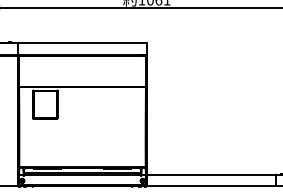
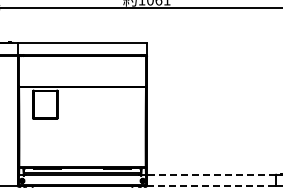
line at (212, 174): solid -> dashed
line at (212, 186): solid -> dashed
